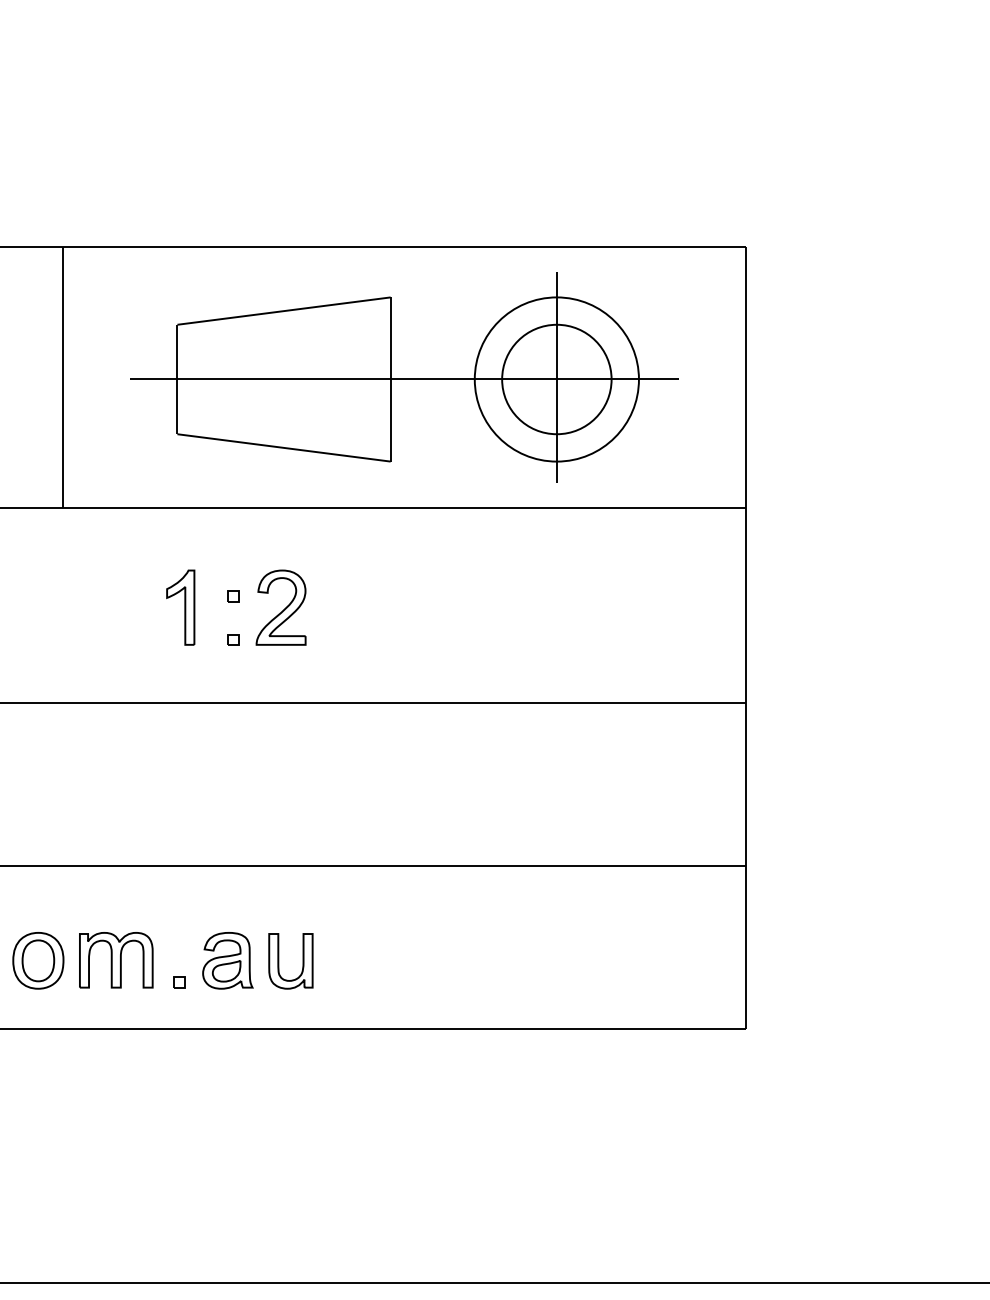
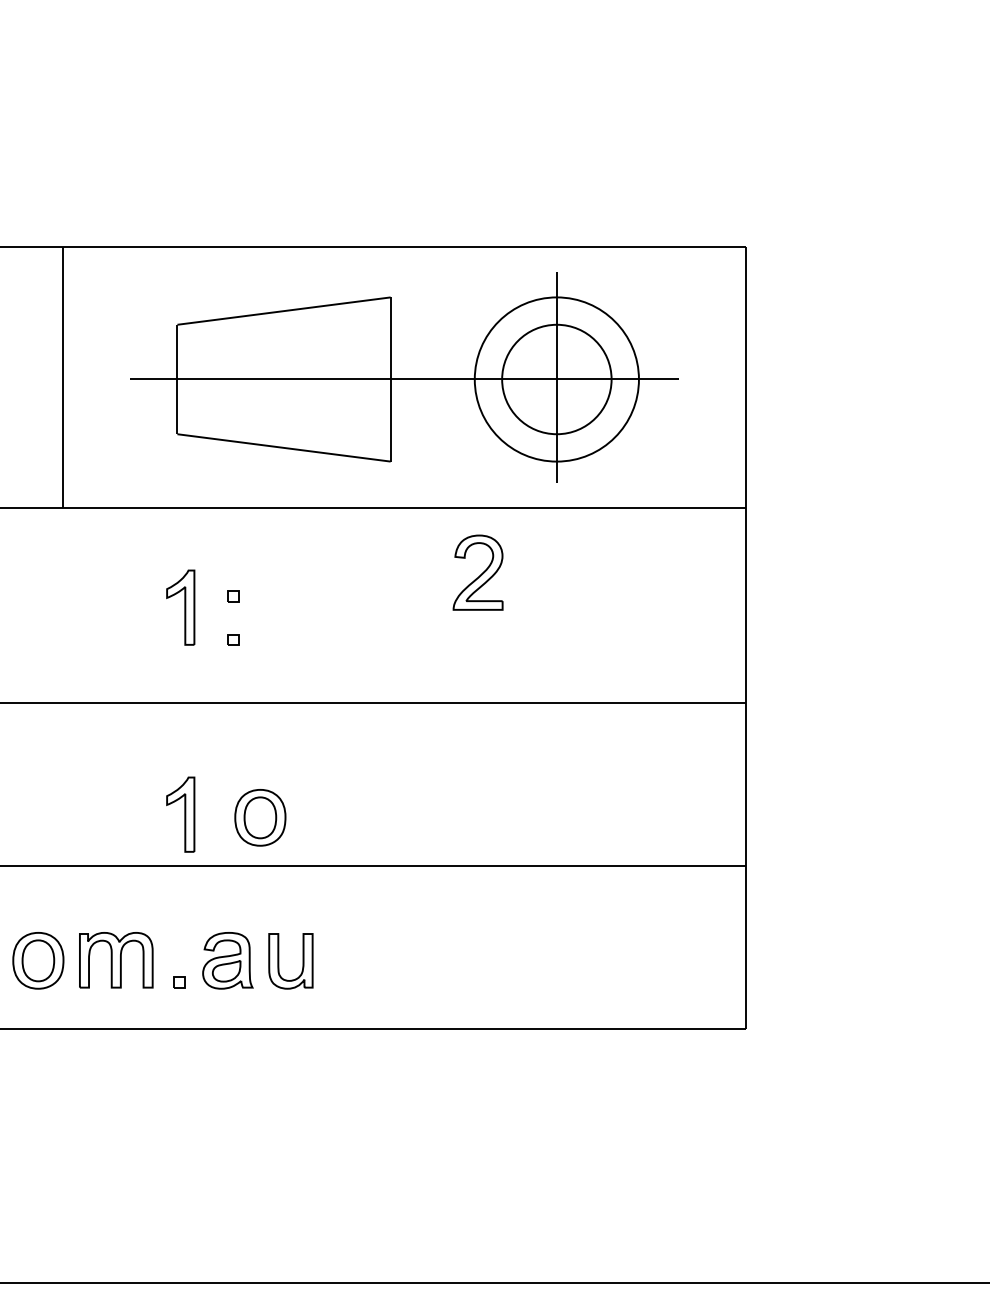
part at (280, 607) position: (280, 607) -> (477, 572)
part at (180, 814): none -> present
part at (260, 817): none -> present
